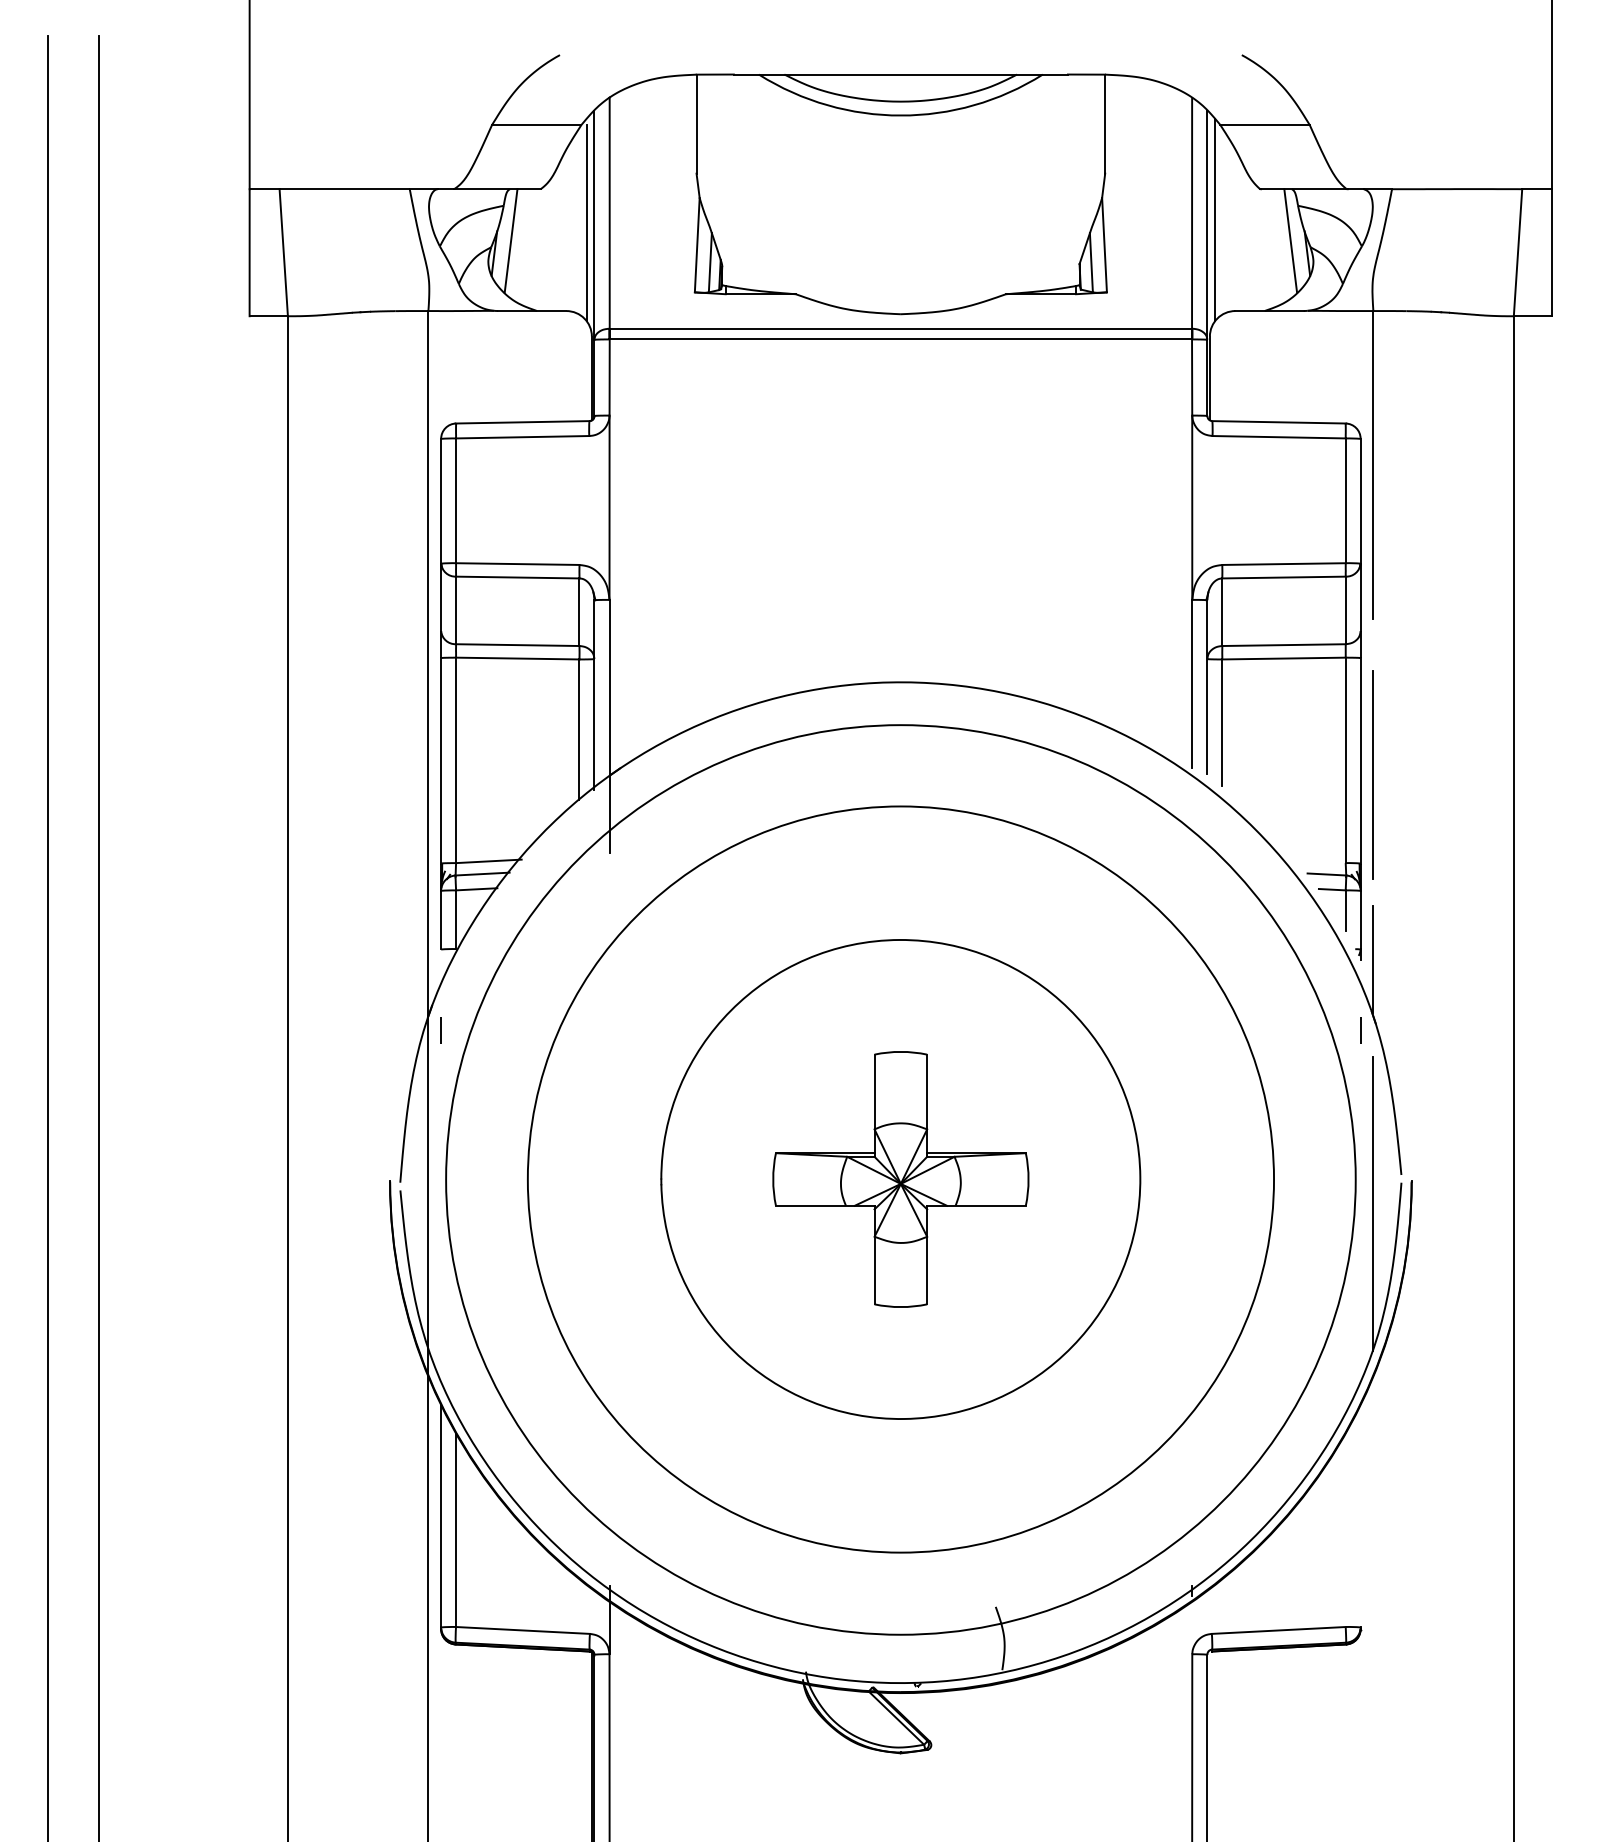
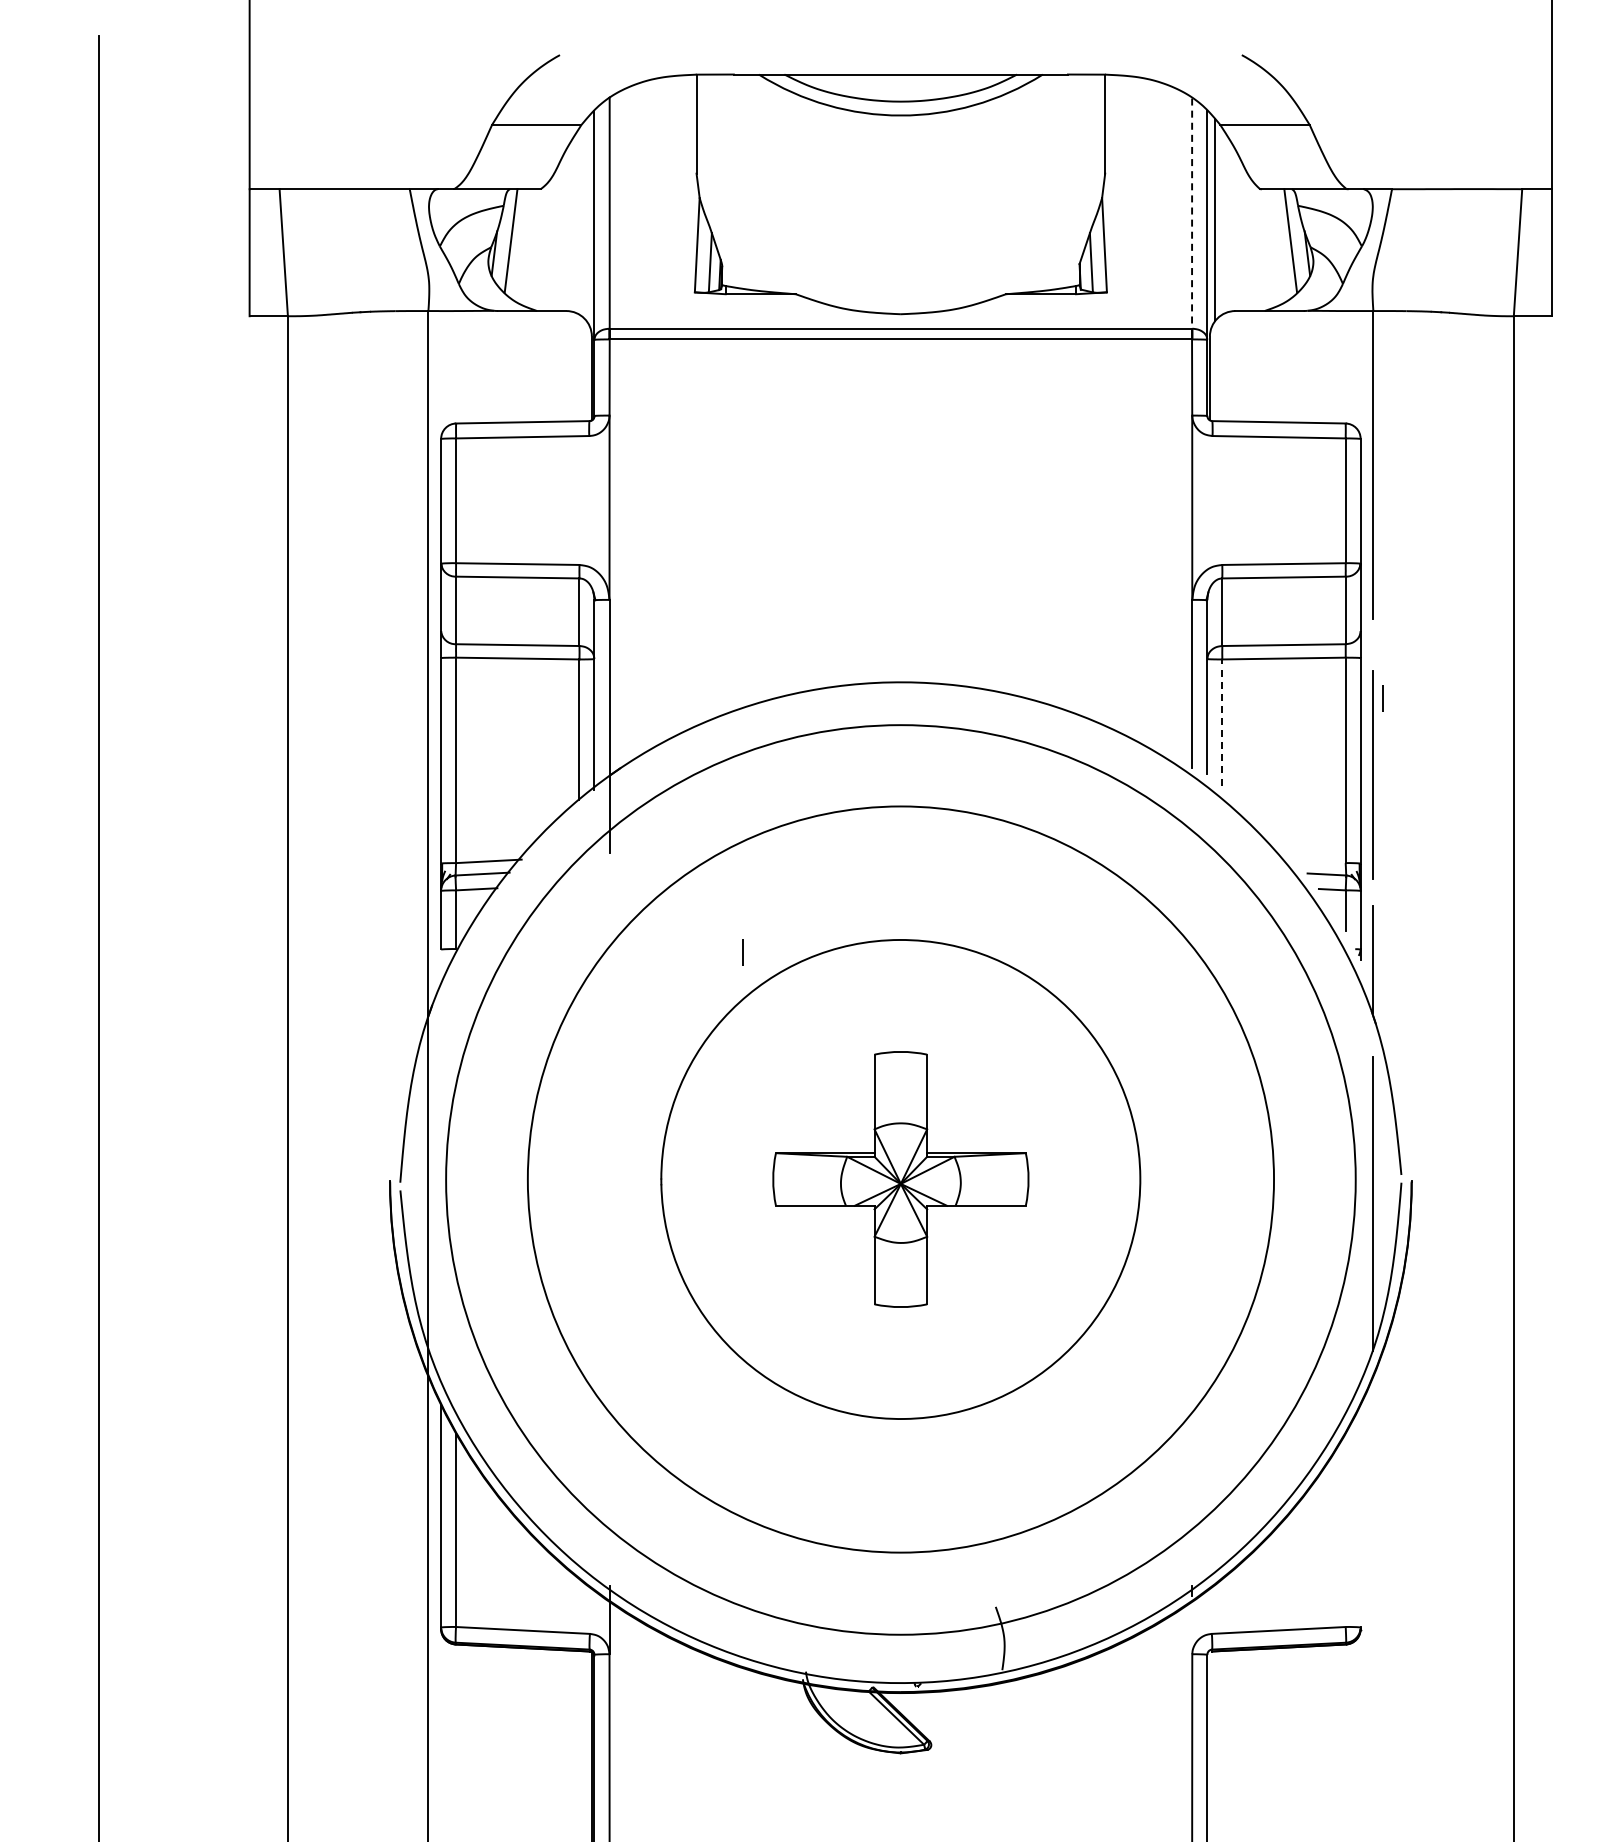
line at (1192, 214): solid -> dashed
line at (586, 223): present -> none
line at (1222, 722): solid -> dashed
line at (47, 936): present -> none
line at (440, 1030) position: (440, 1030) -> (742, 952)
line at (1360, 1030) position: (1360, 1030) -> (1382, 698)
